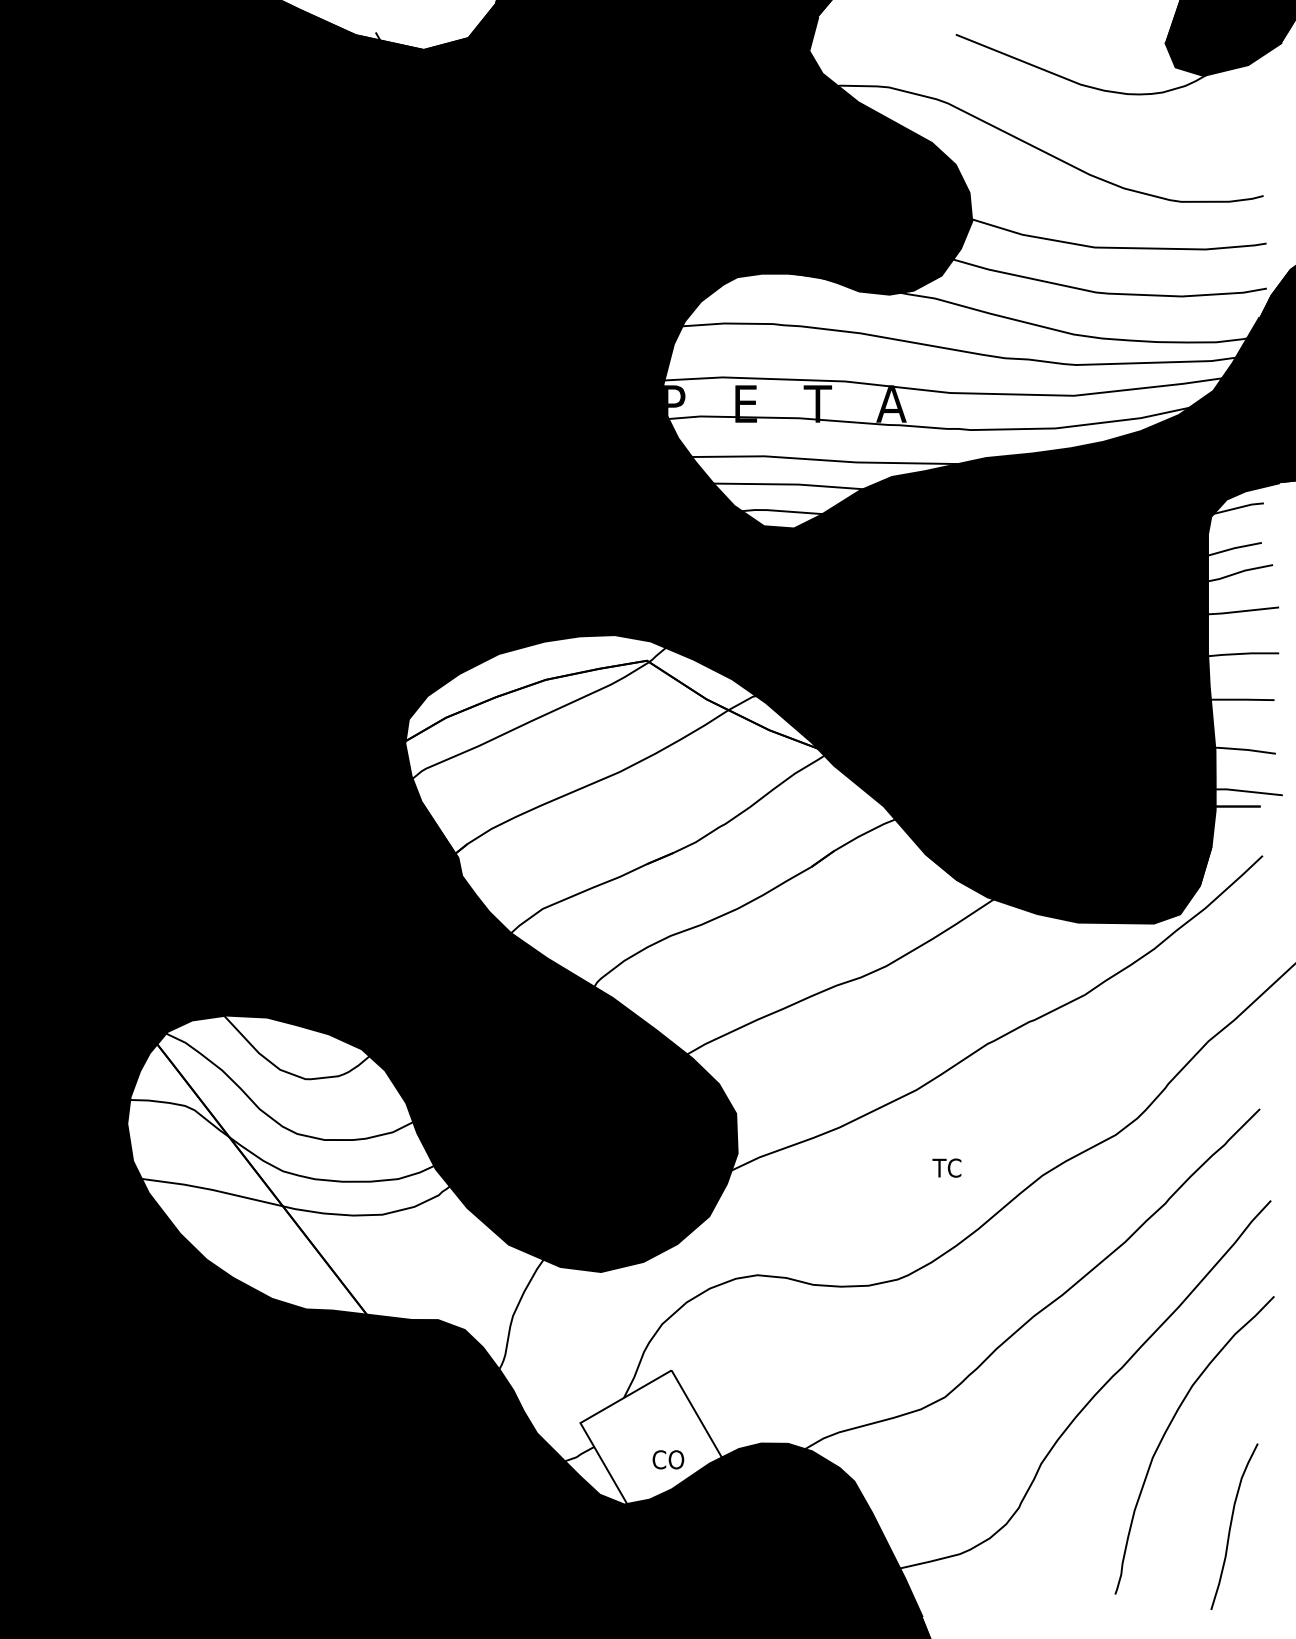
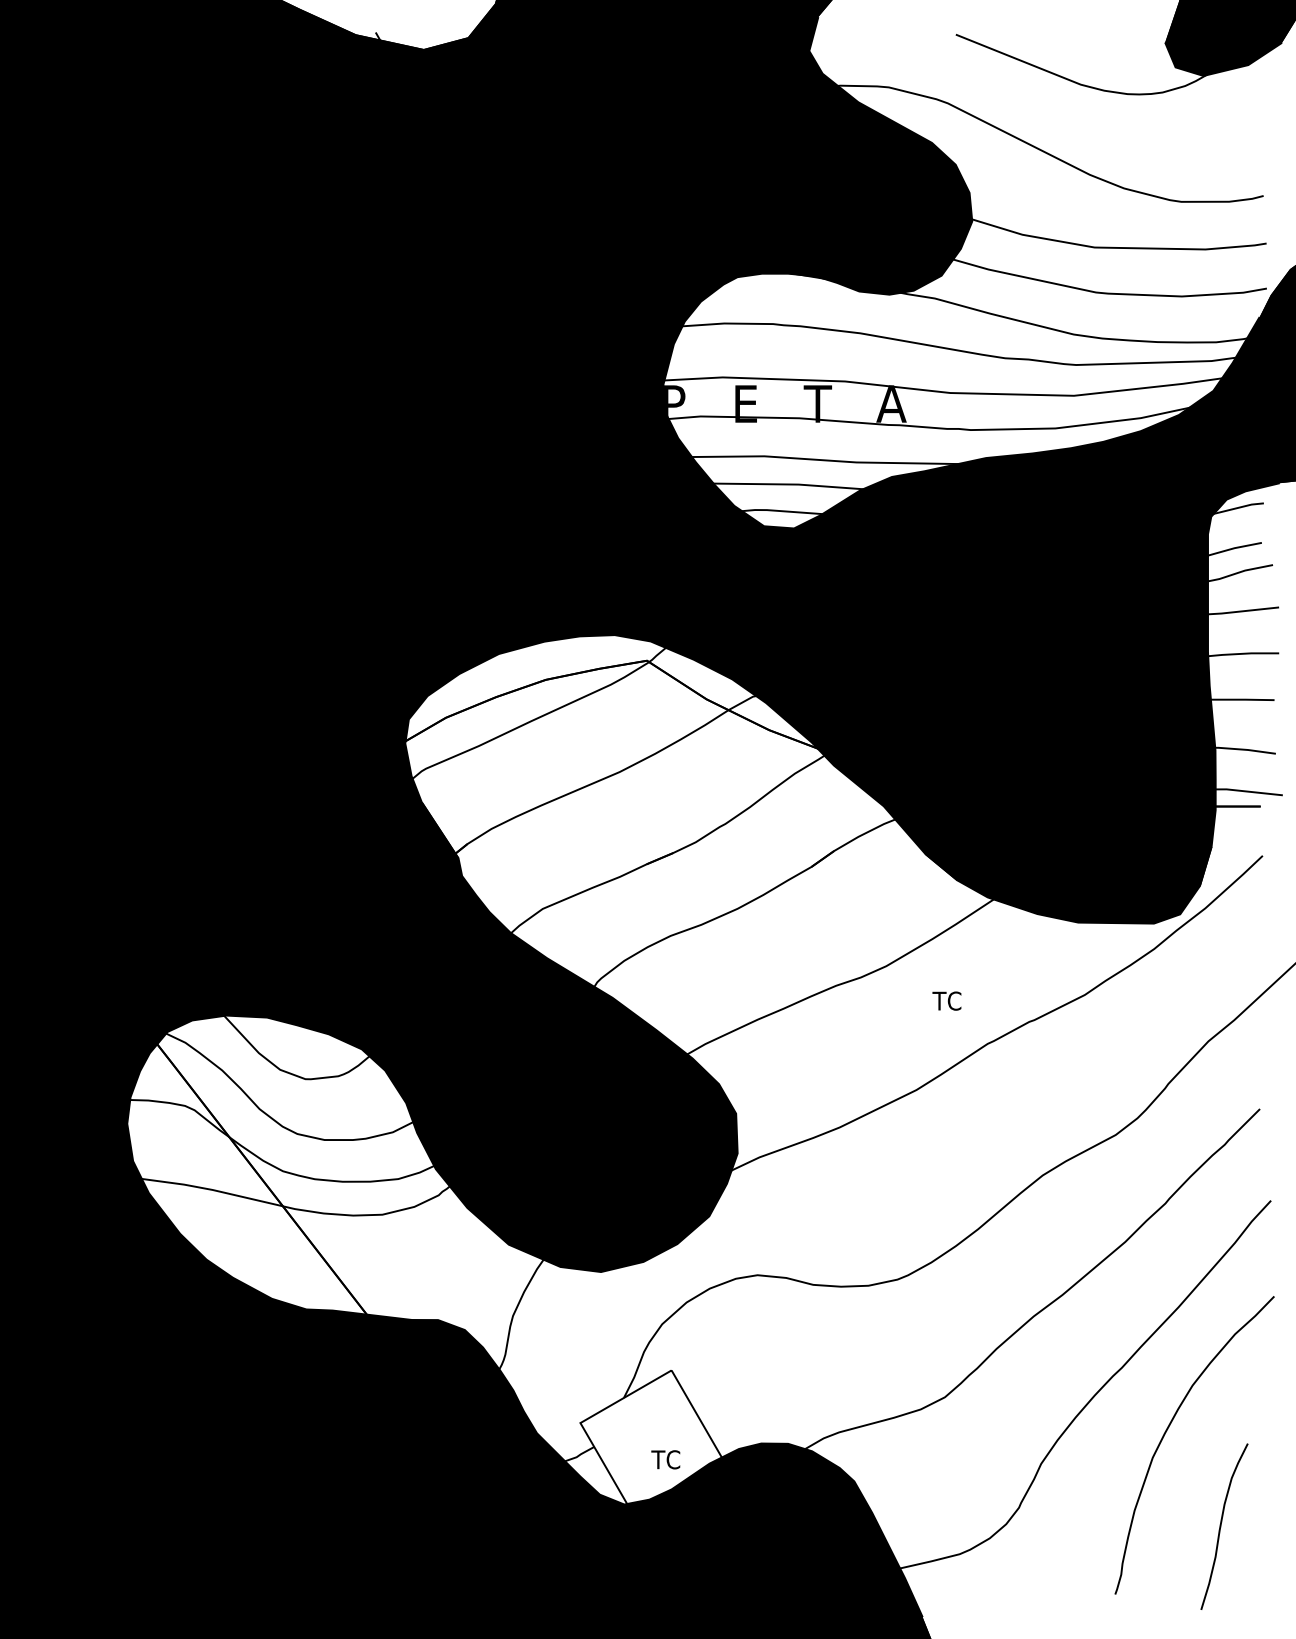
text at (946, 1167) position: (946, 1167) -> (946, 1000)
text at (667, 1459): CO -> TC
curve at (1231, 1526) position: (1231, 1526) -> (1221, 1526)
